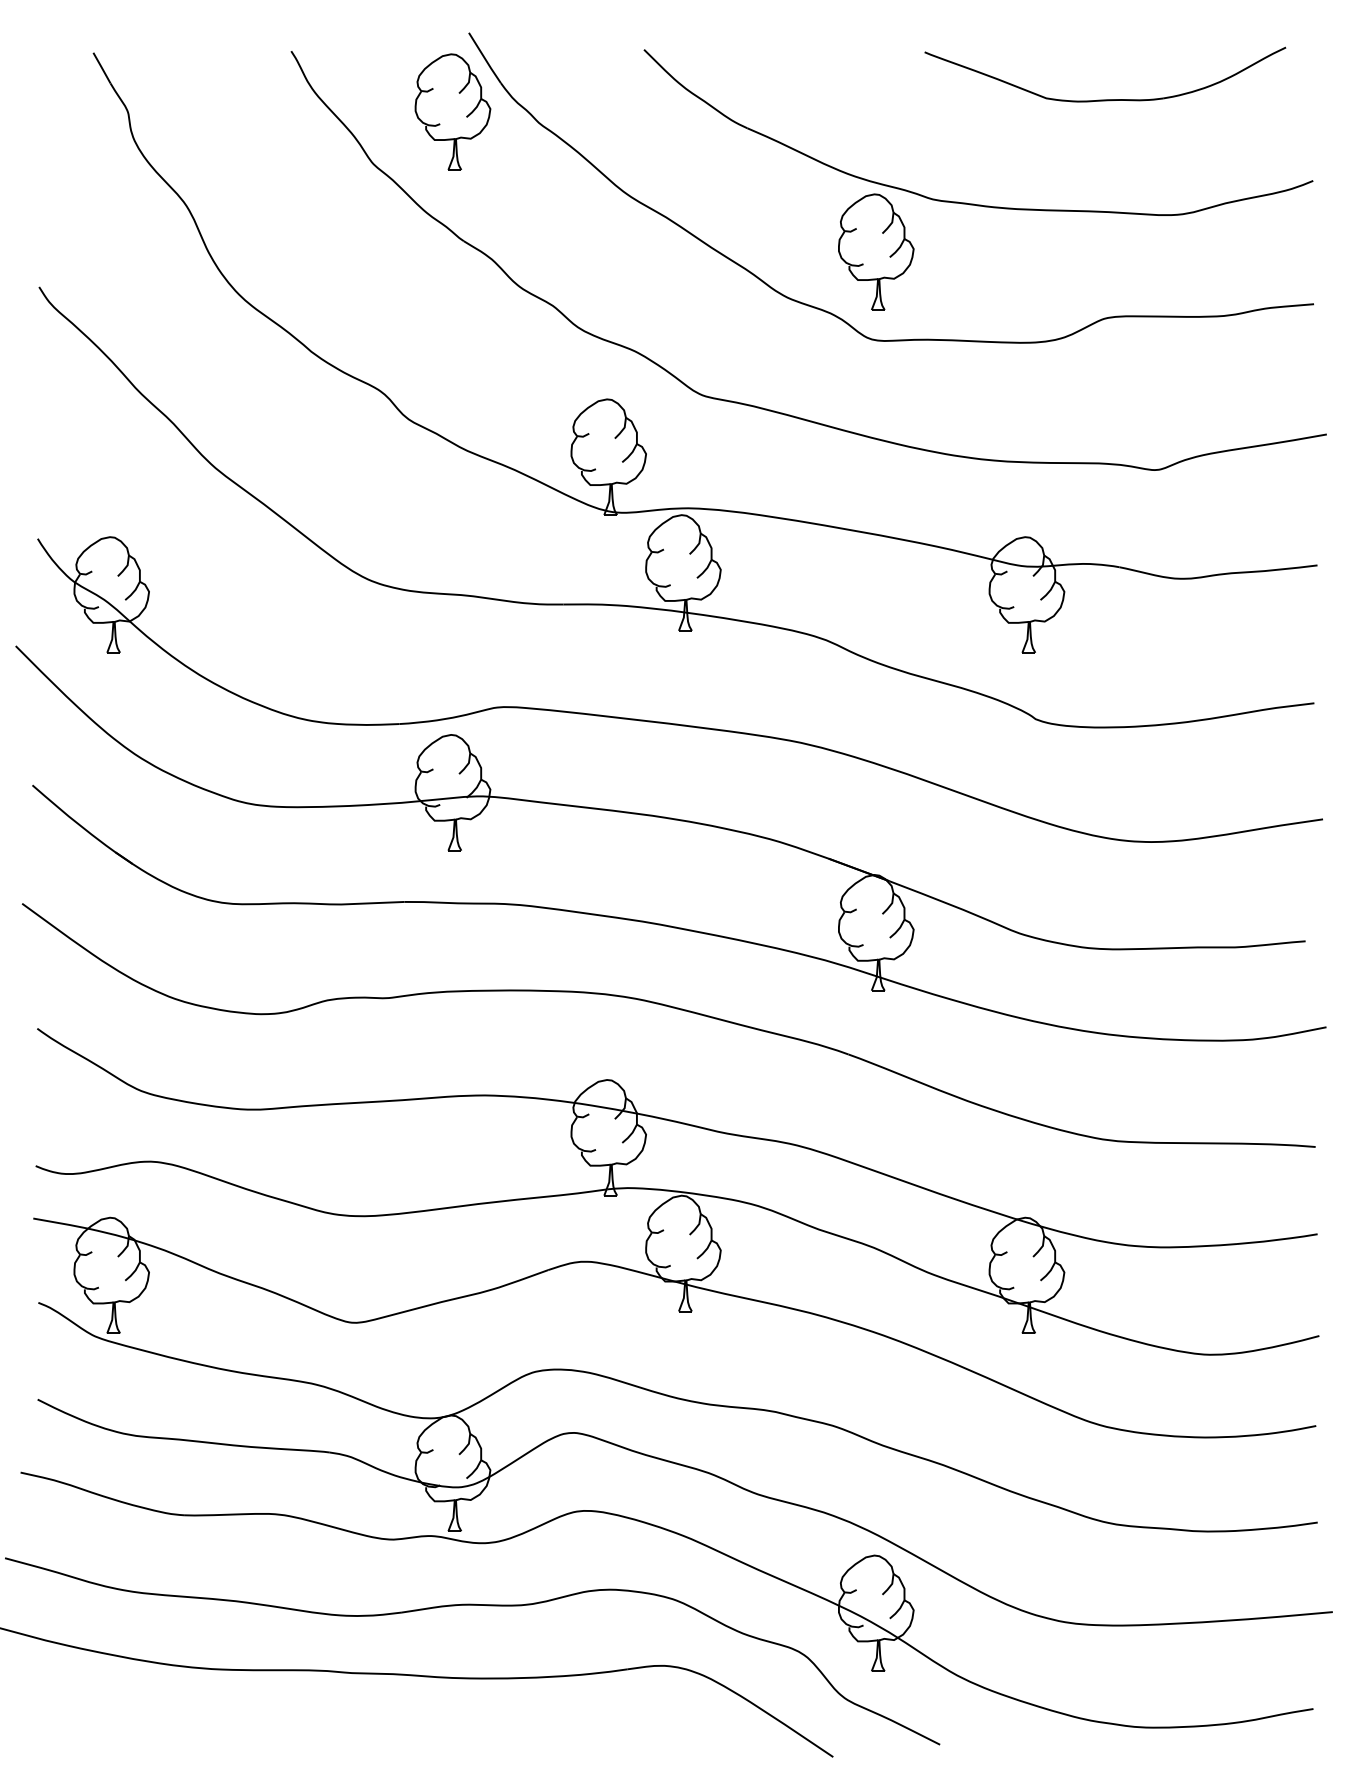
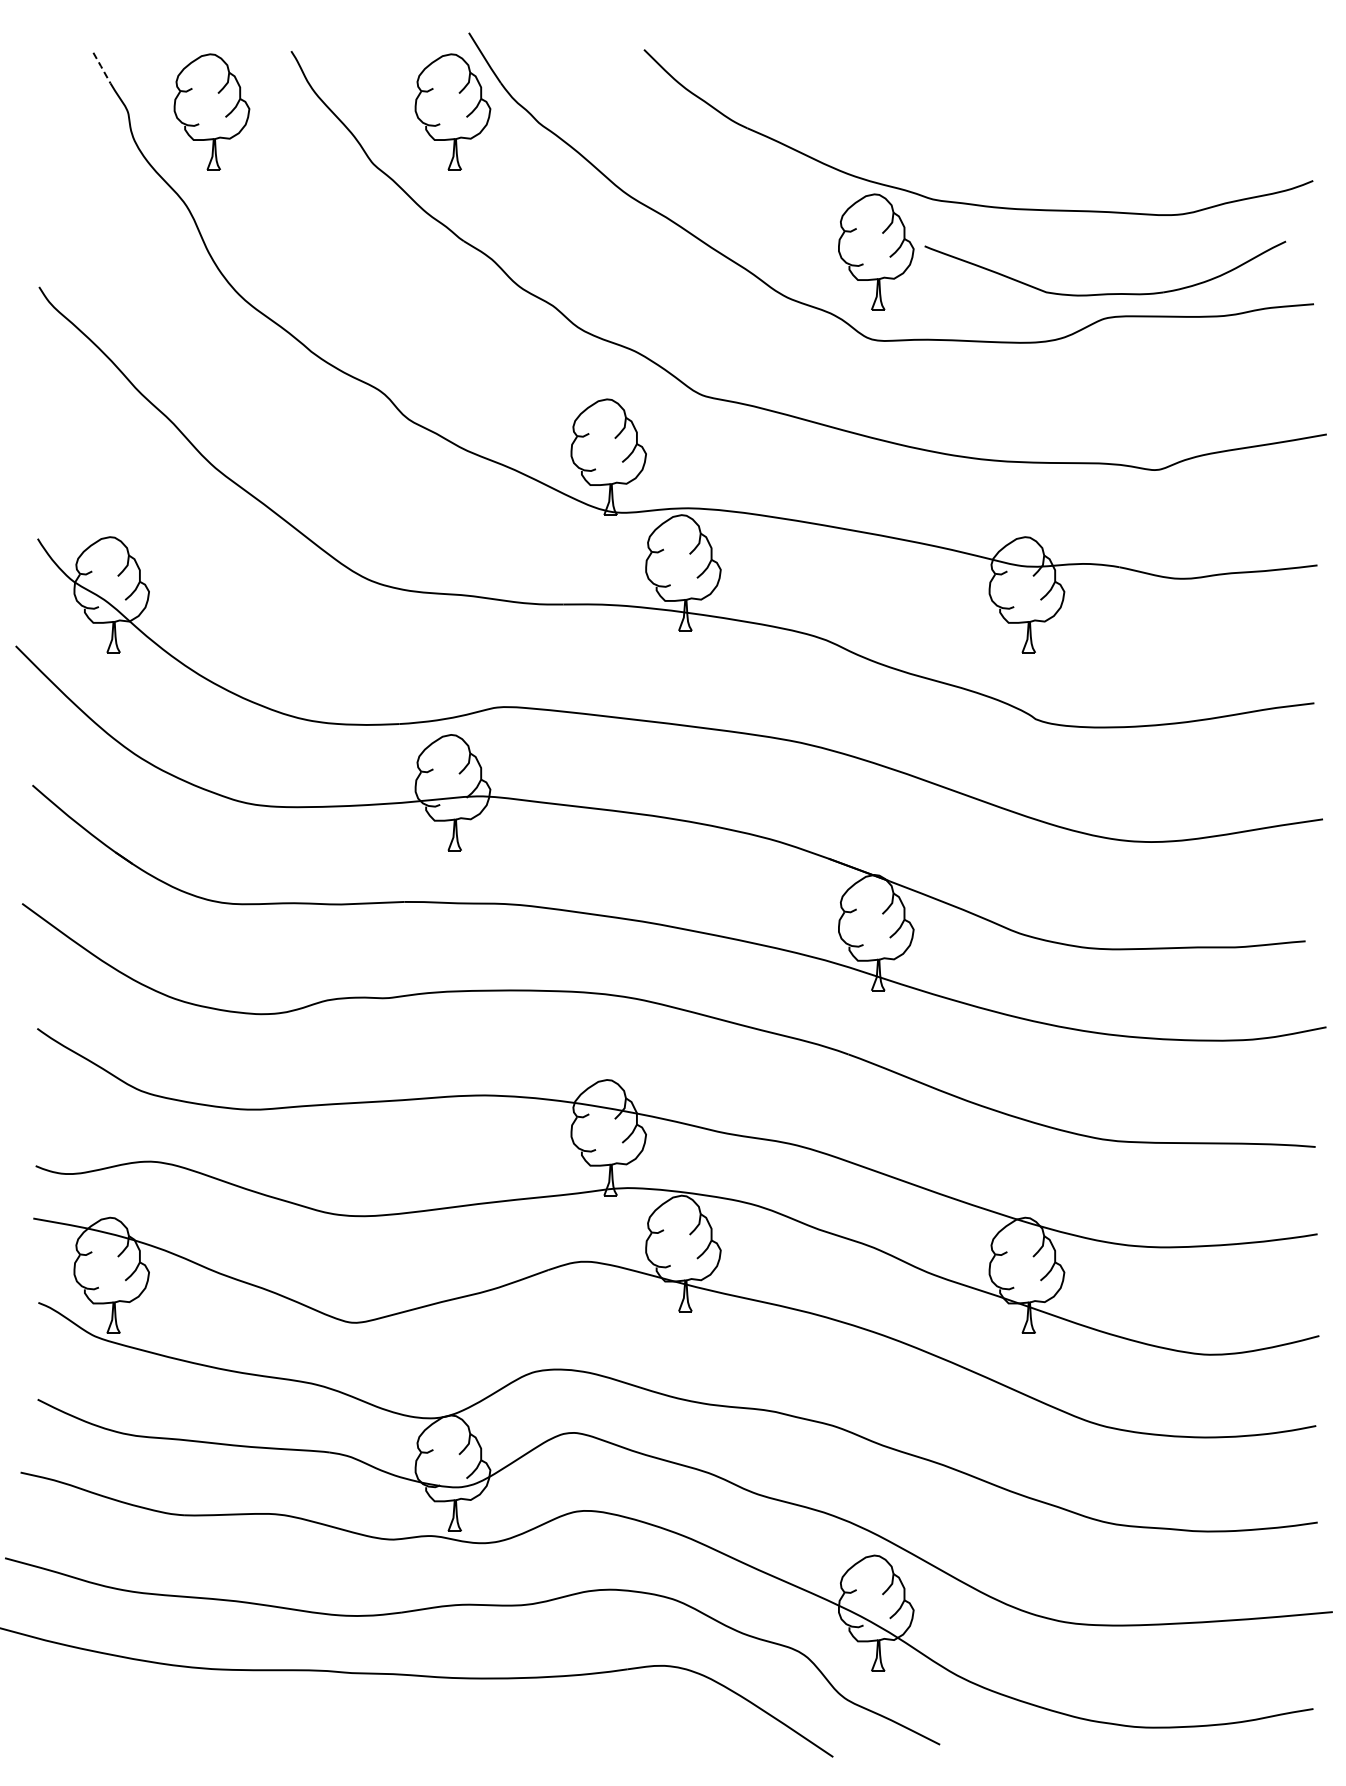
line at (101, 67): solid -> dashed
part at (1105, 99) position: (1105, 99) -> (1105, 293)
part at (211, 111): none -> present
